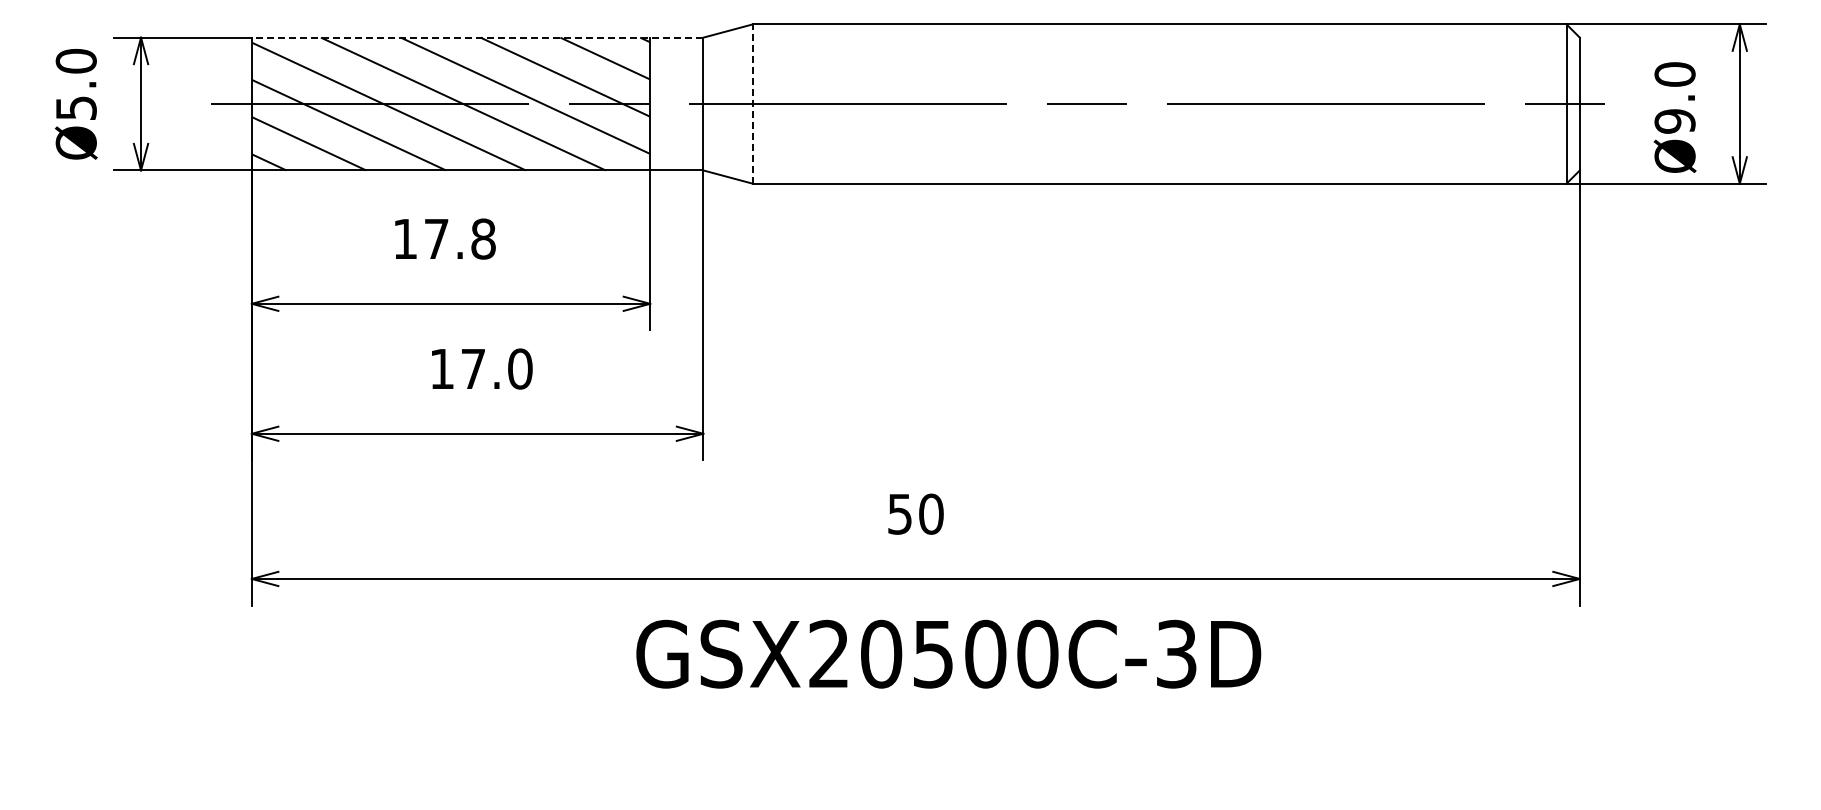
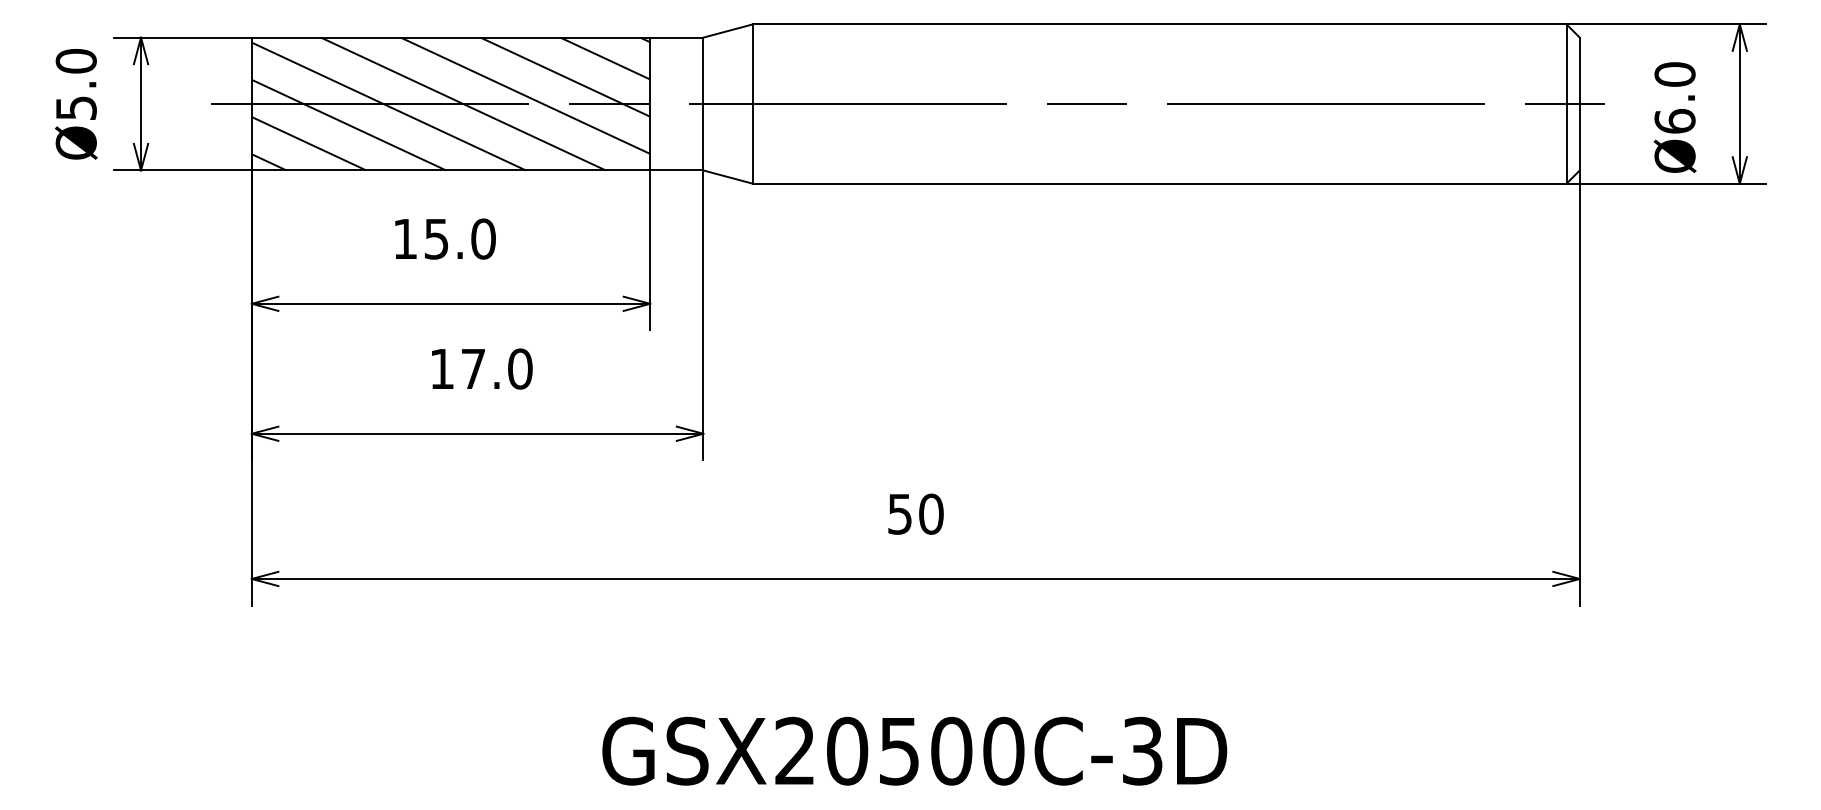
line at (477, 37): dashed -> solid
line at (752, 104): dashed -> solid
text at (1674, 120): Ø9.0 -> Ø6.0
text at (460, 238): 17.8 -> 15.0
text at (948, 653) position: (948, 653) -> (914, 750)
